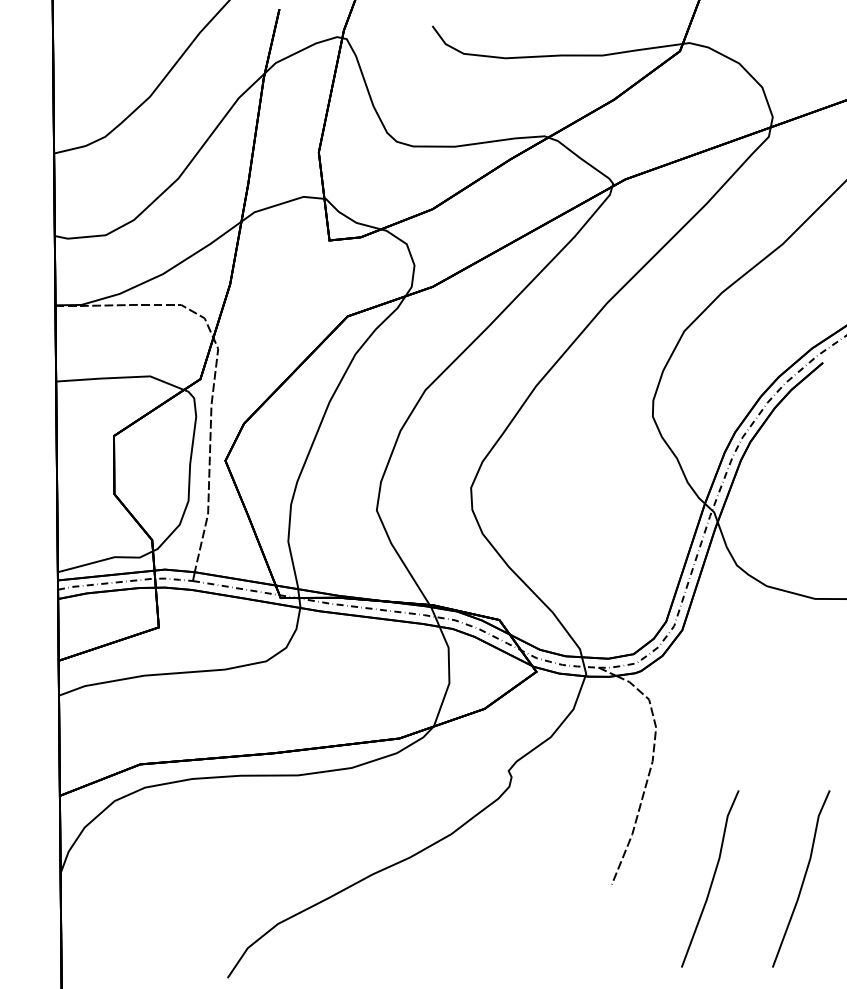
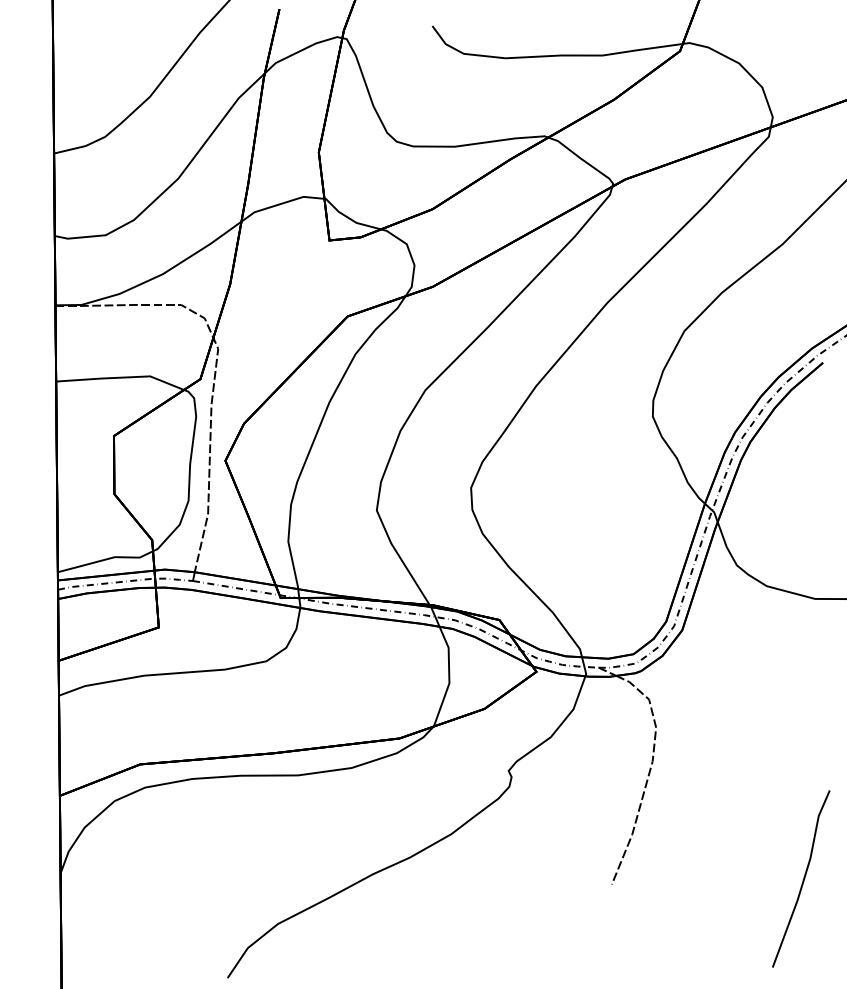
line at (712, 878): present -> none
